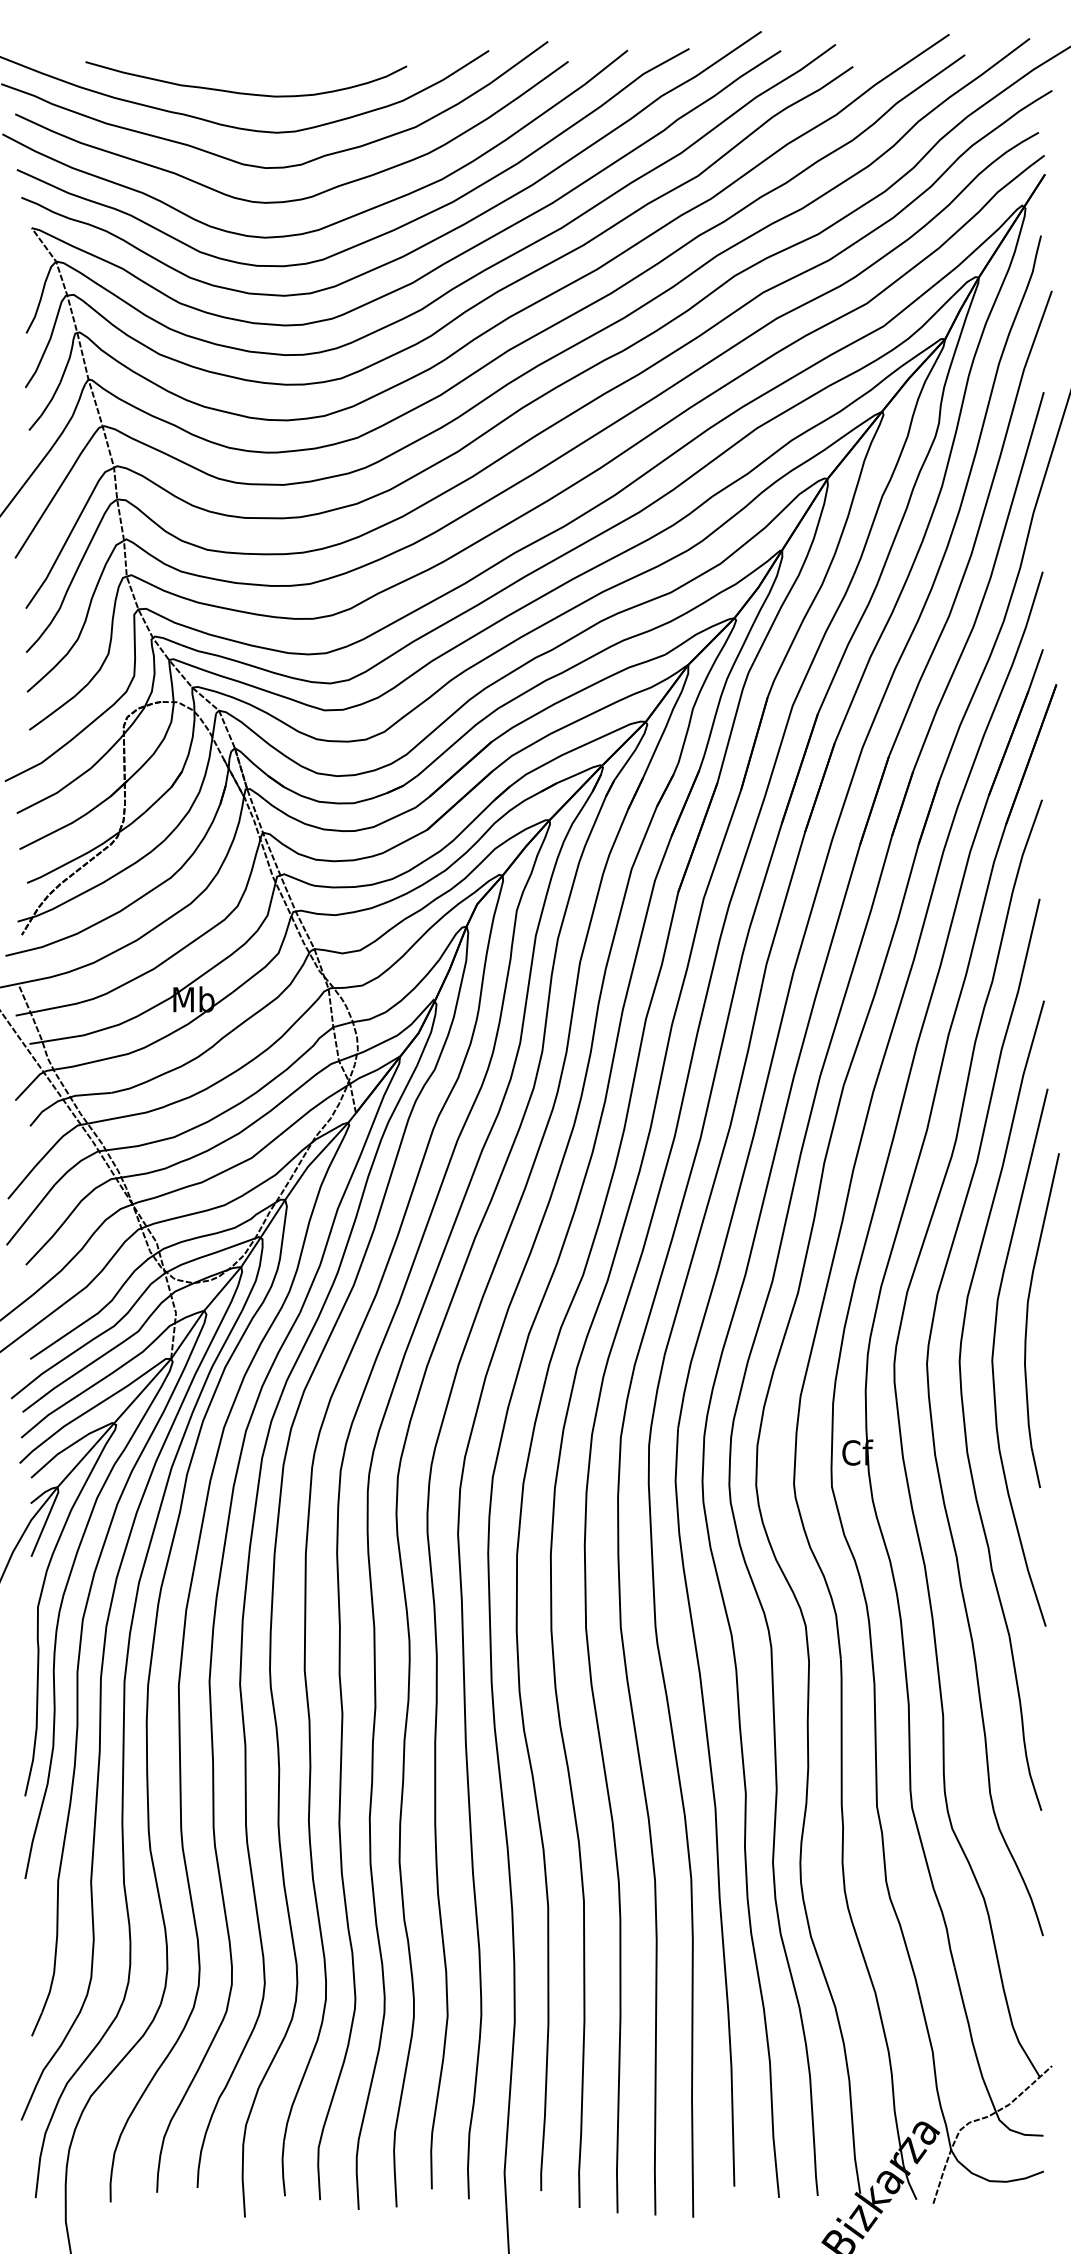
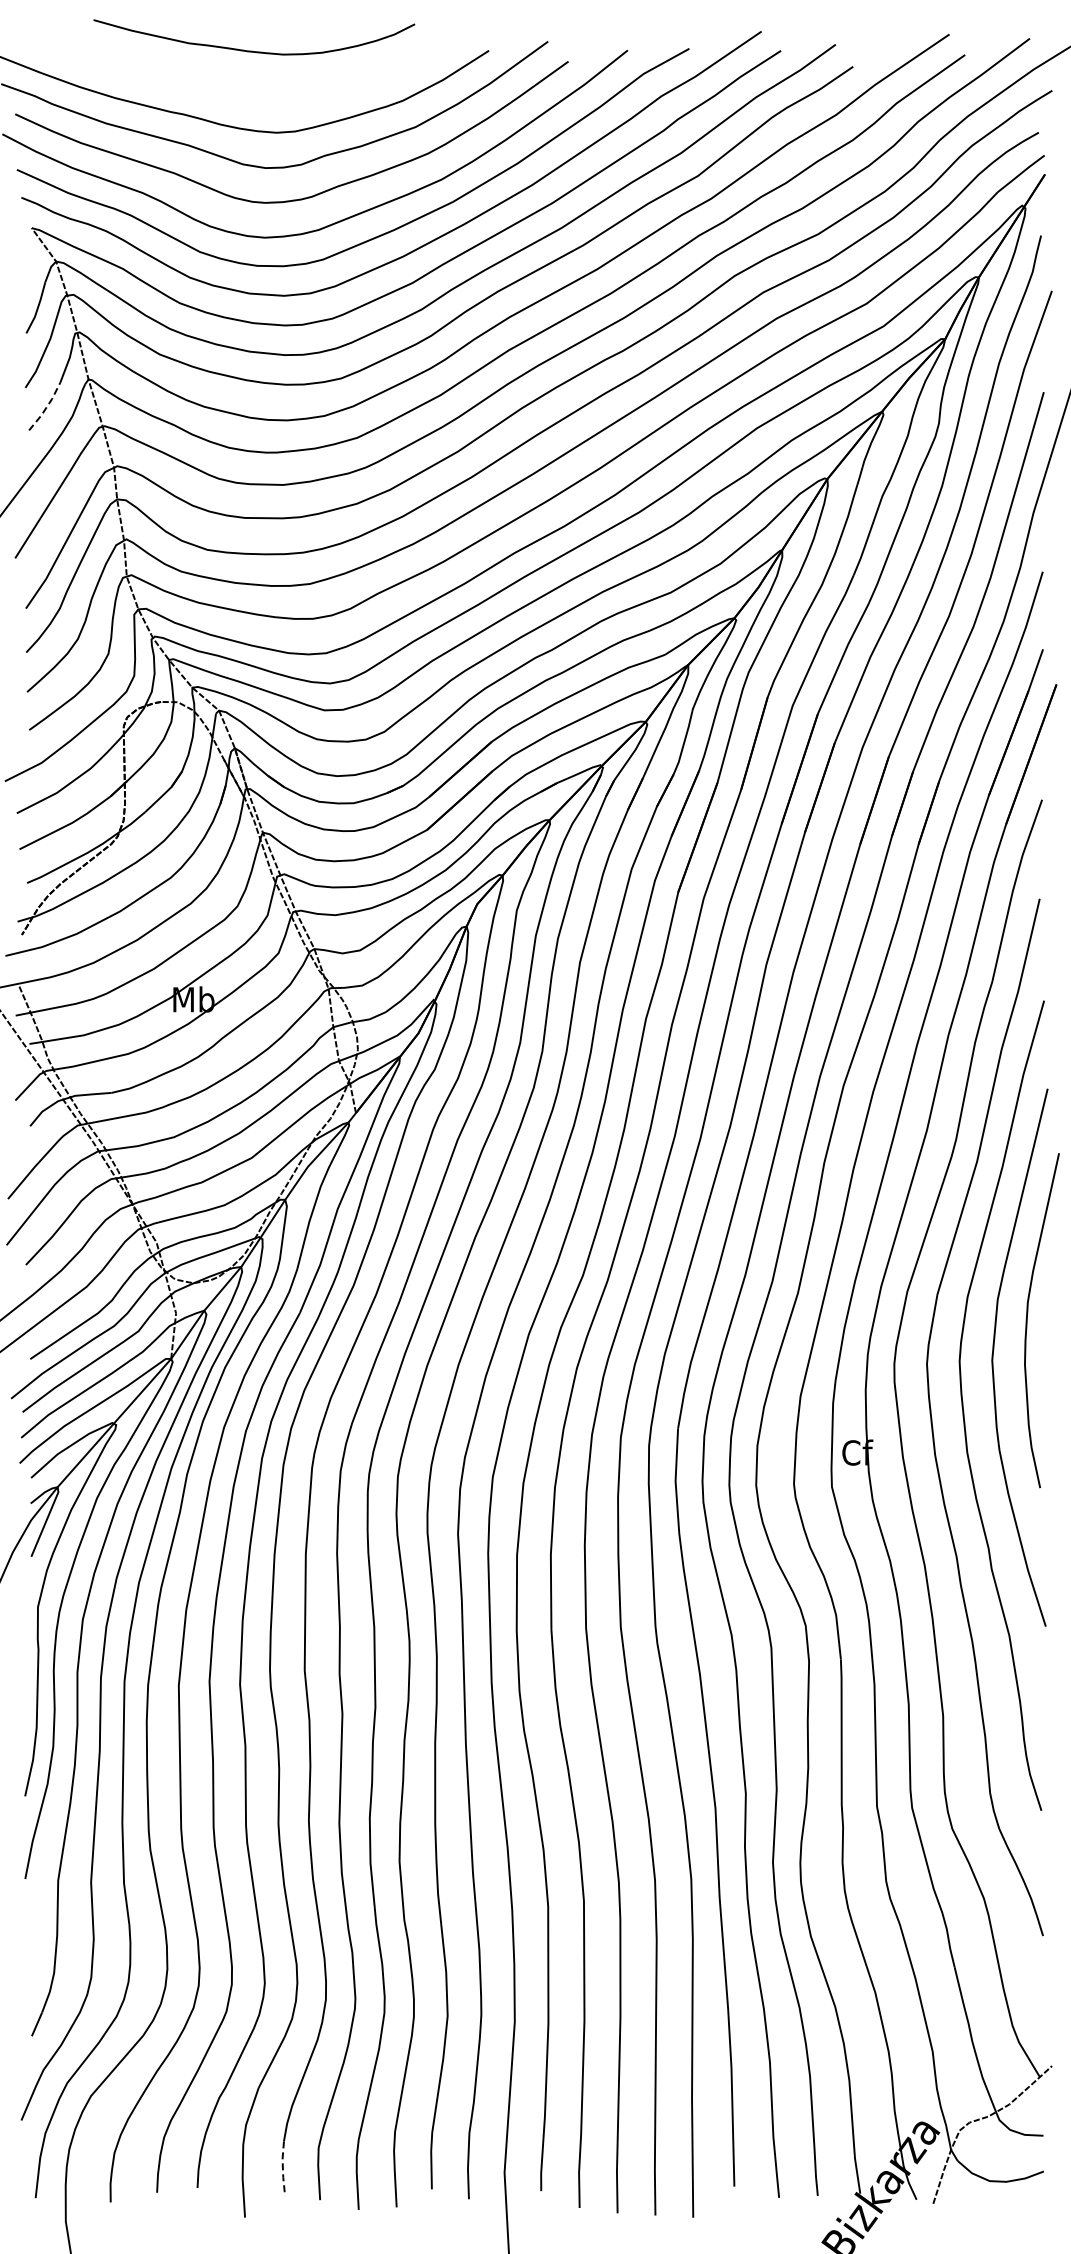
curve at (244, 92) position: (244, 92) -> (252, 50)
line at (46, 407): solid -> dashed
line at (282, 2168): solid -> dashed
